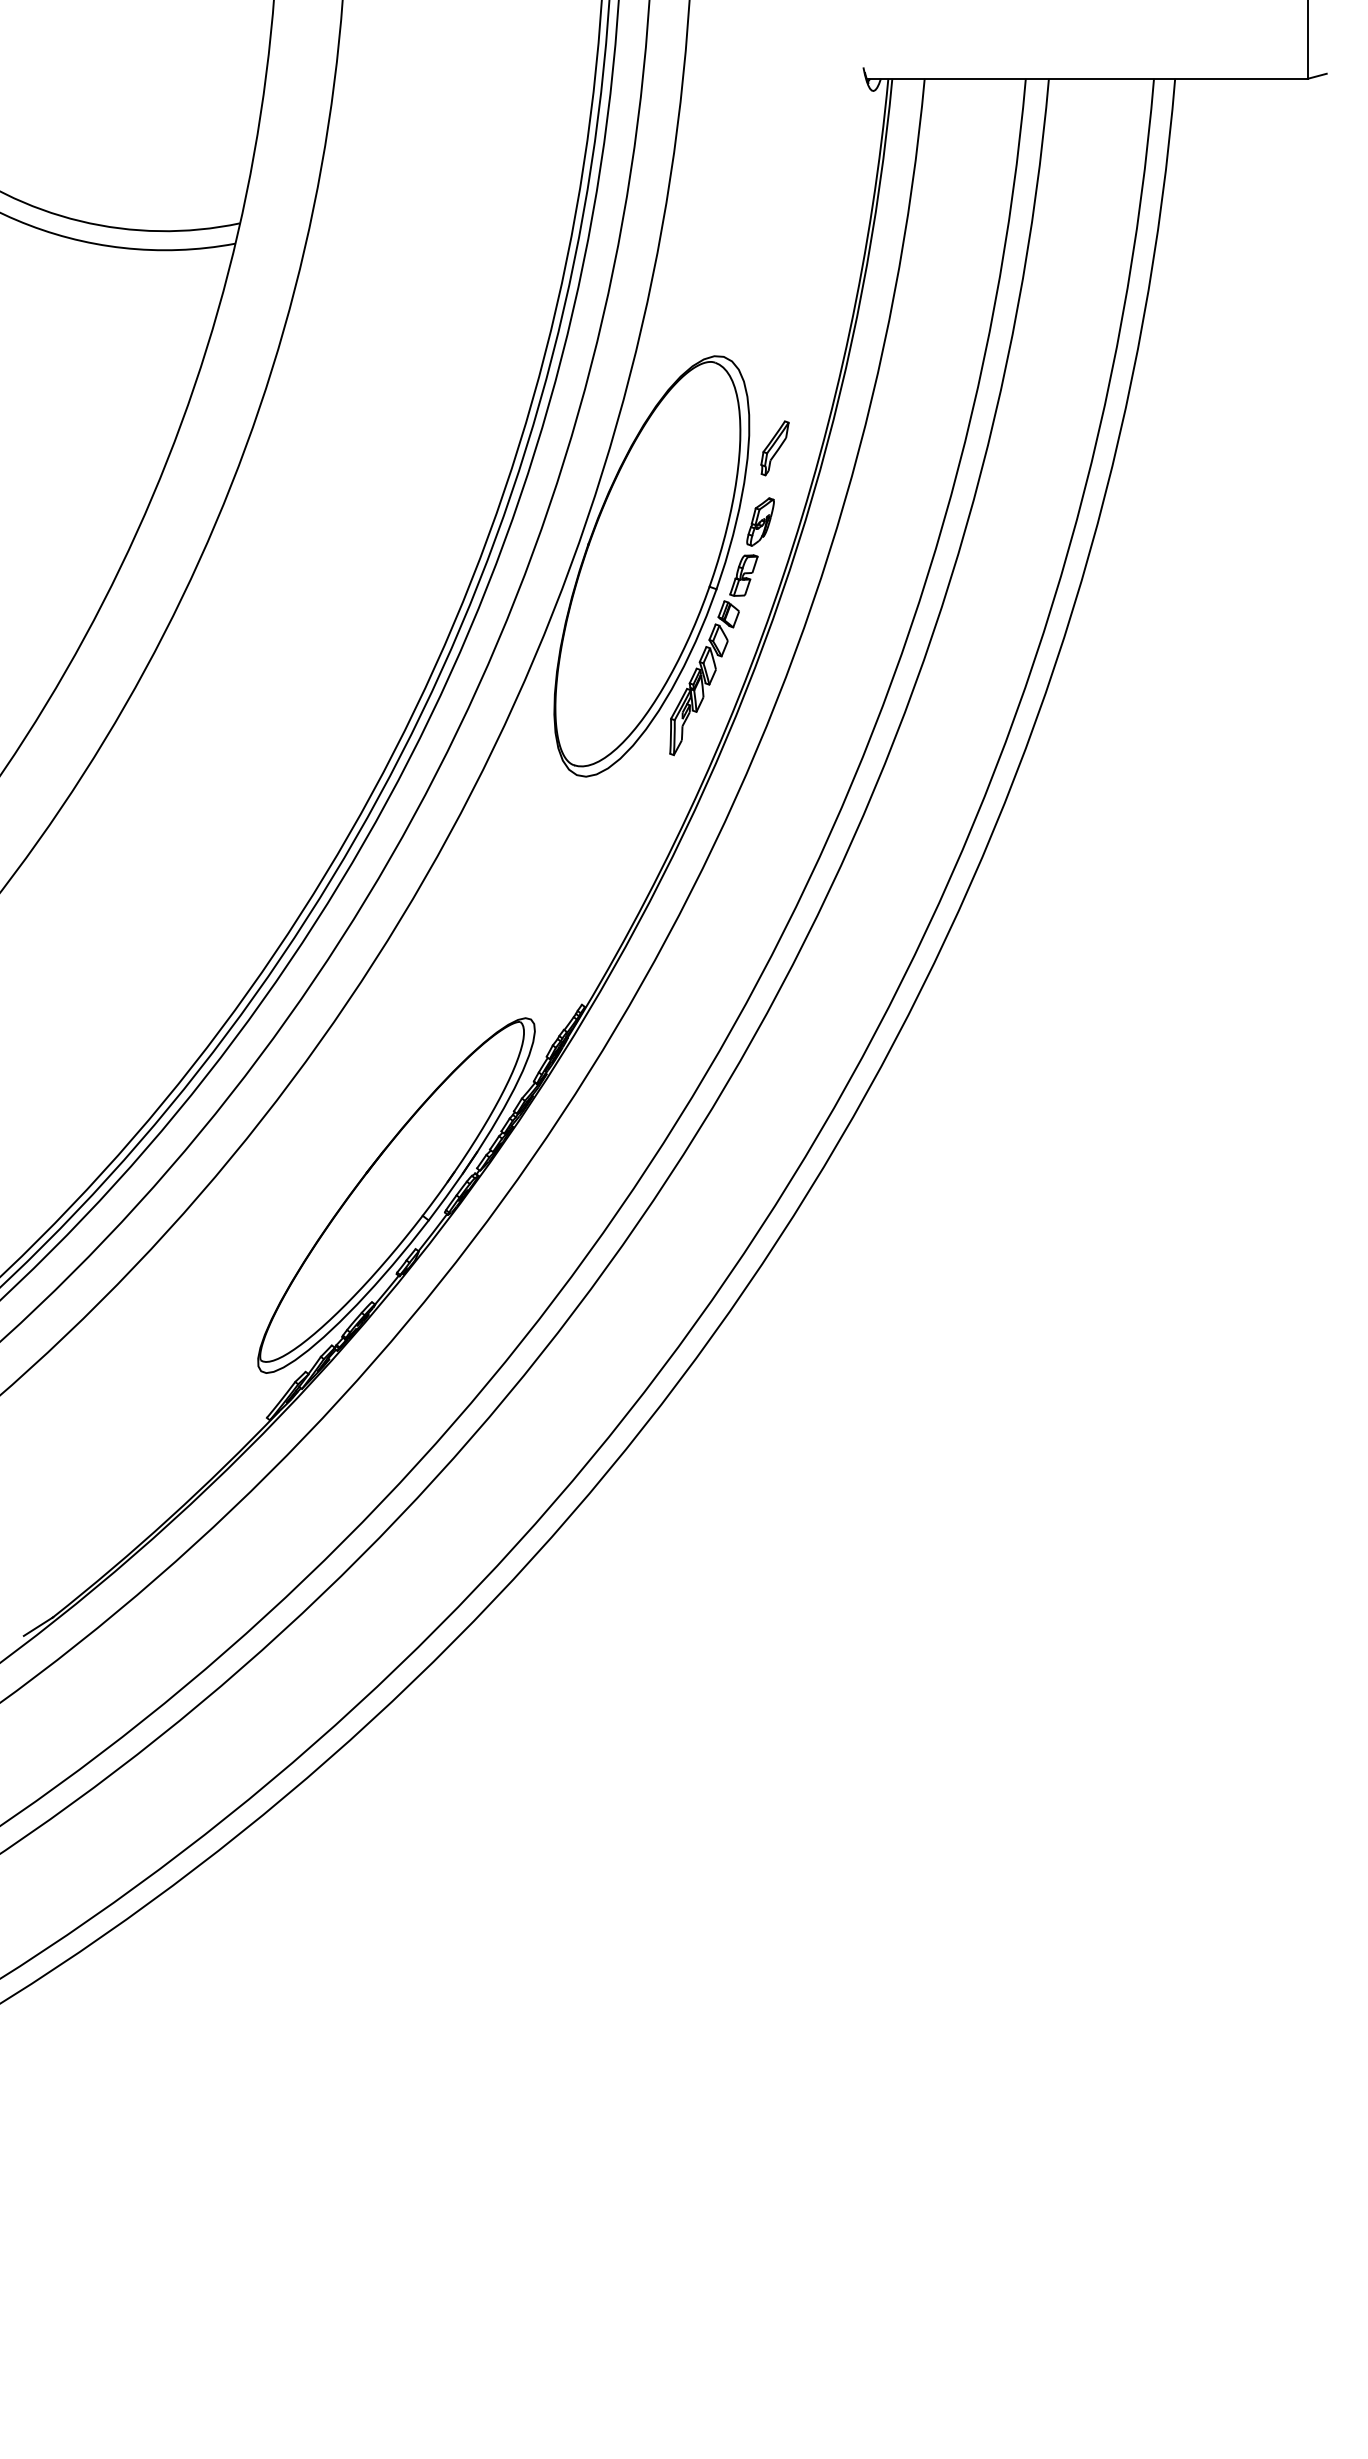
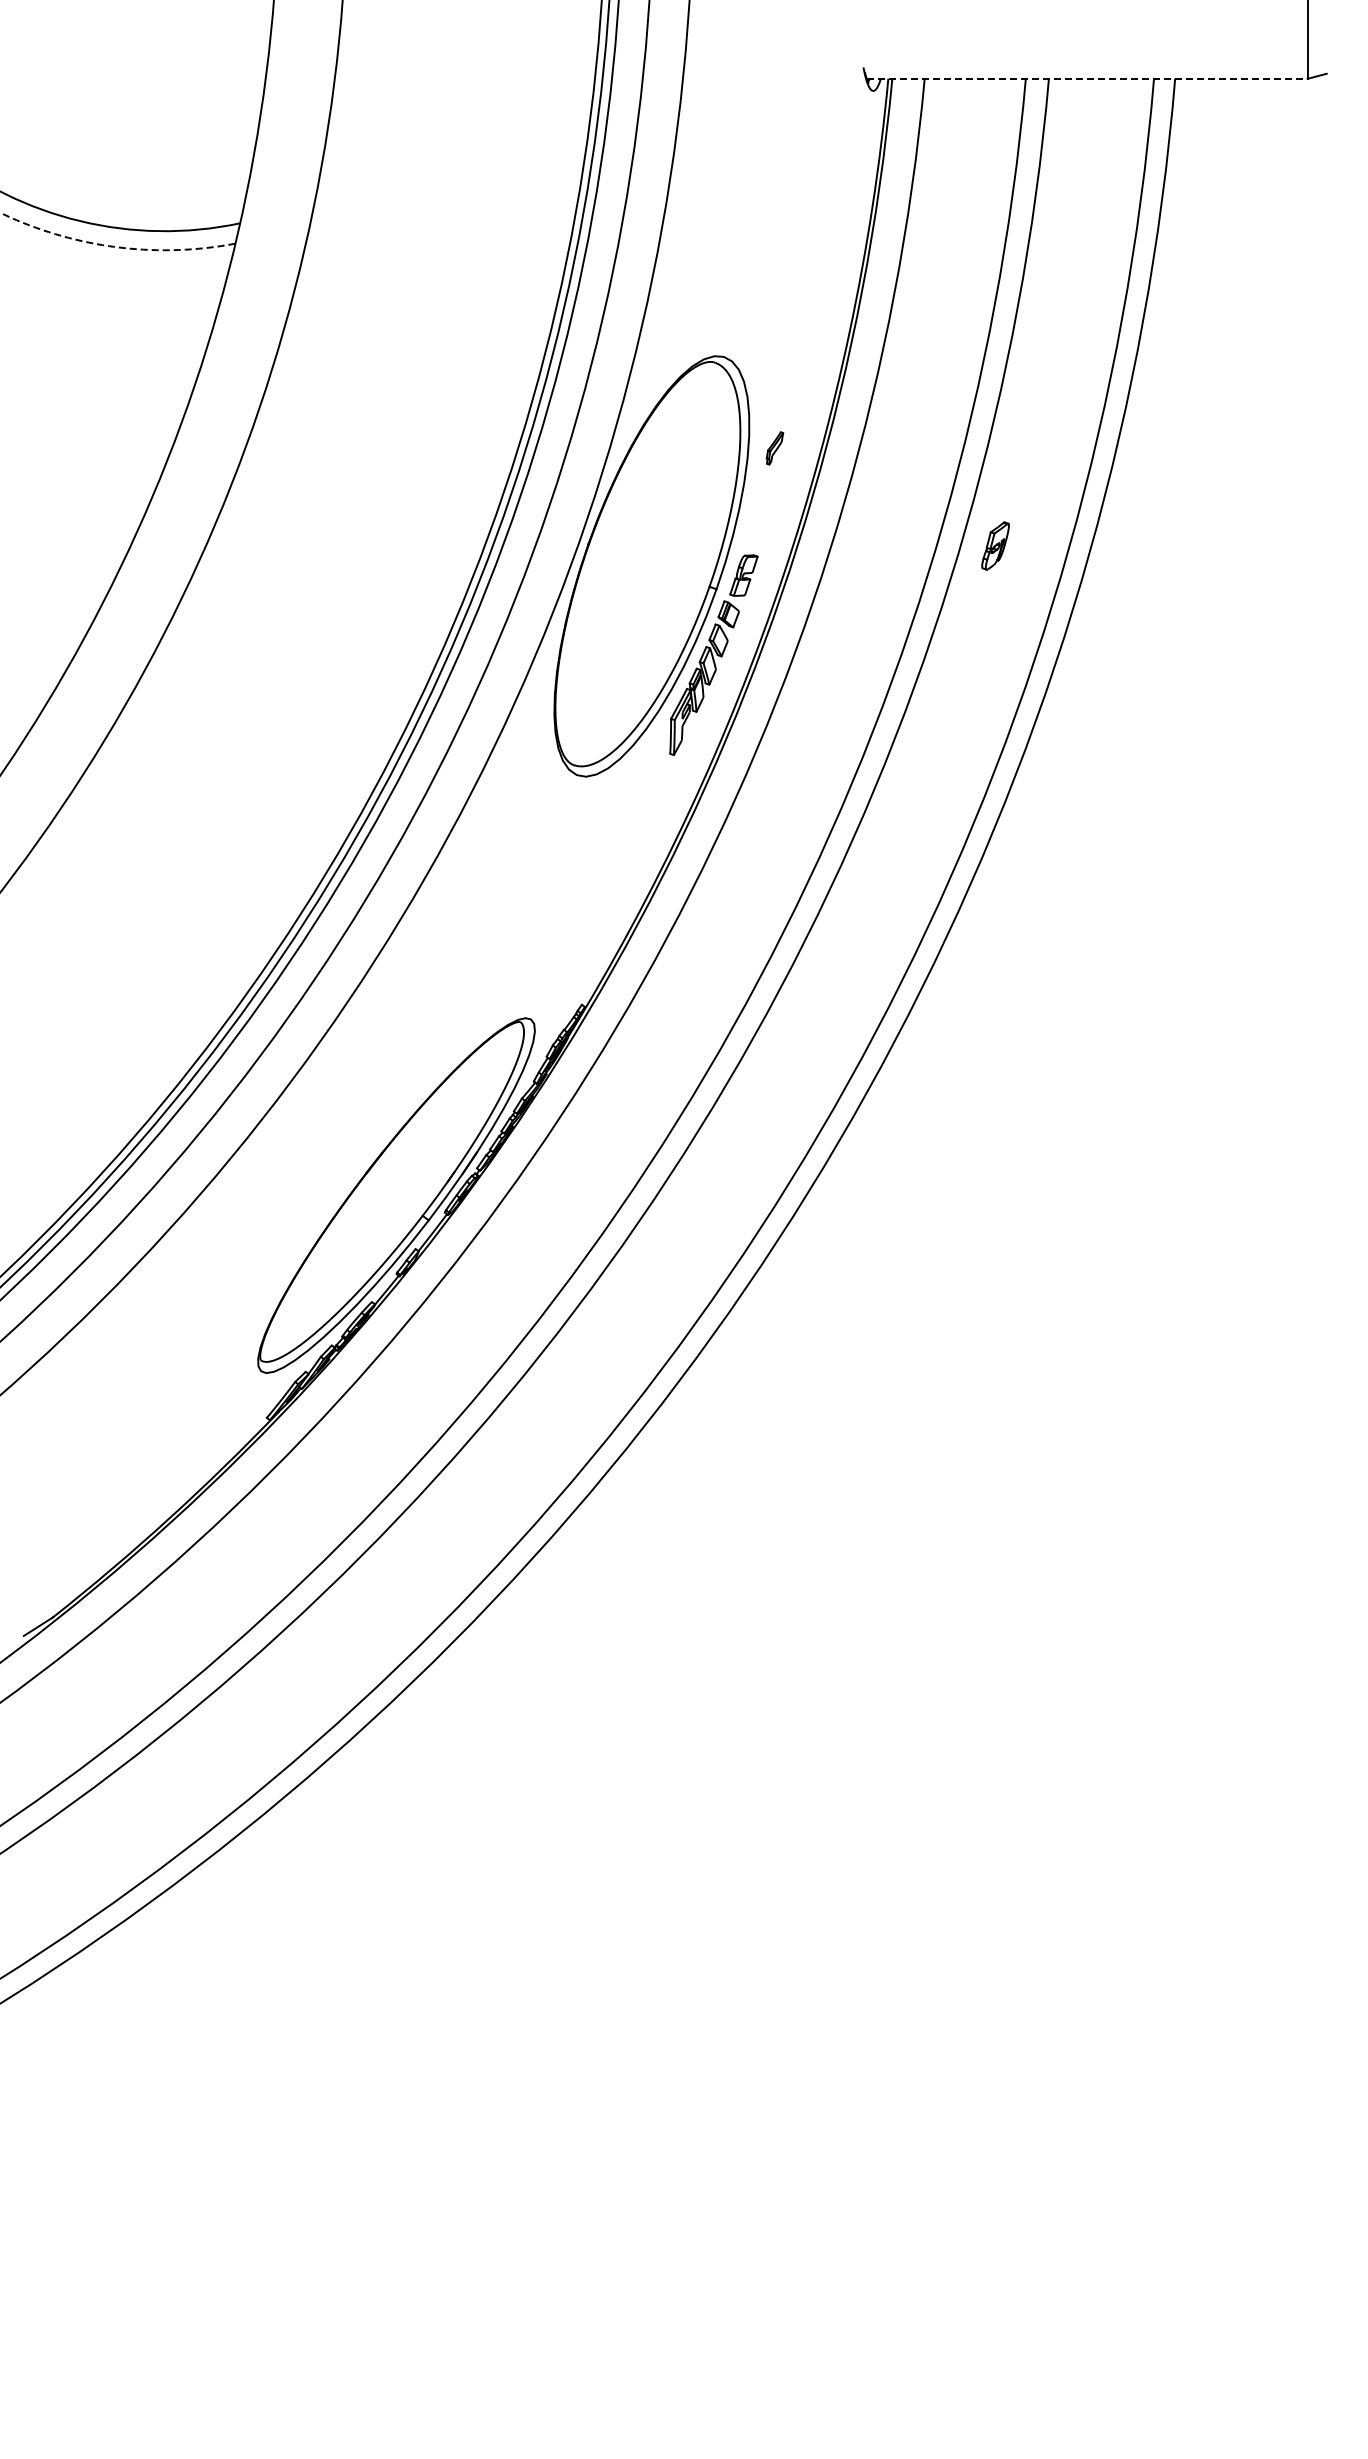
line at (1087, 78): solid -> dashed
arc at (116, 246): solid -> dashed
part at (774, 448) size: 30x57 px -> 20x35 px
part at (760, 521) position: (760, 521) -> (995, 545)
